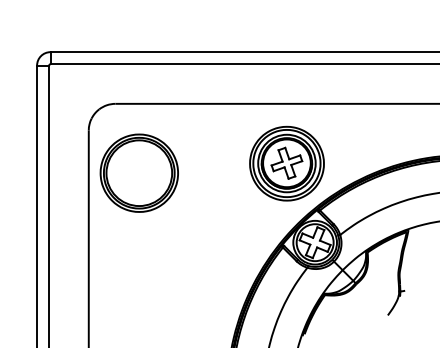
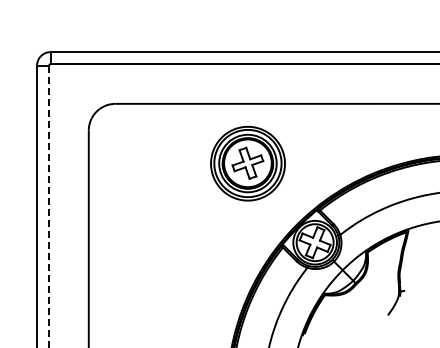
part at (286, 163) position: (286, 163) -> (247, 163)
part at (138, 172): present -> none
line at (49, 206): solid -> dashed
